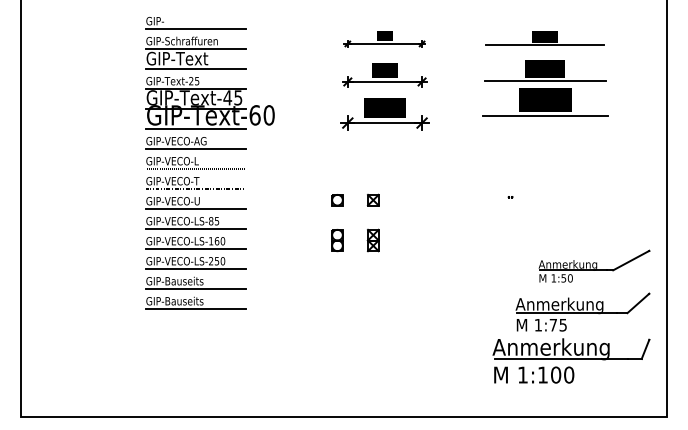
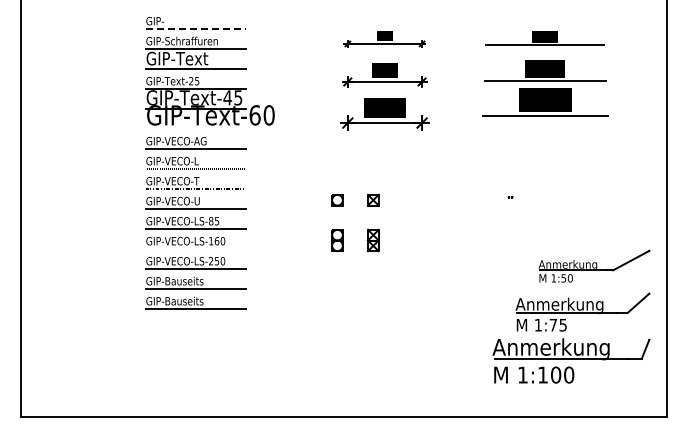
line at (196, 28): solid -> dashed
line at (196, 128): present -> none
line at (196, 248): present -> none
